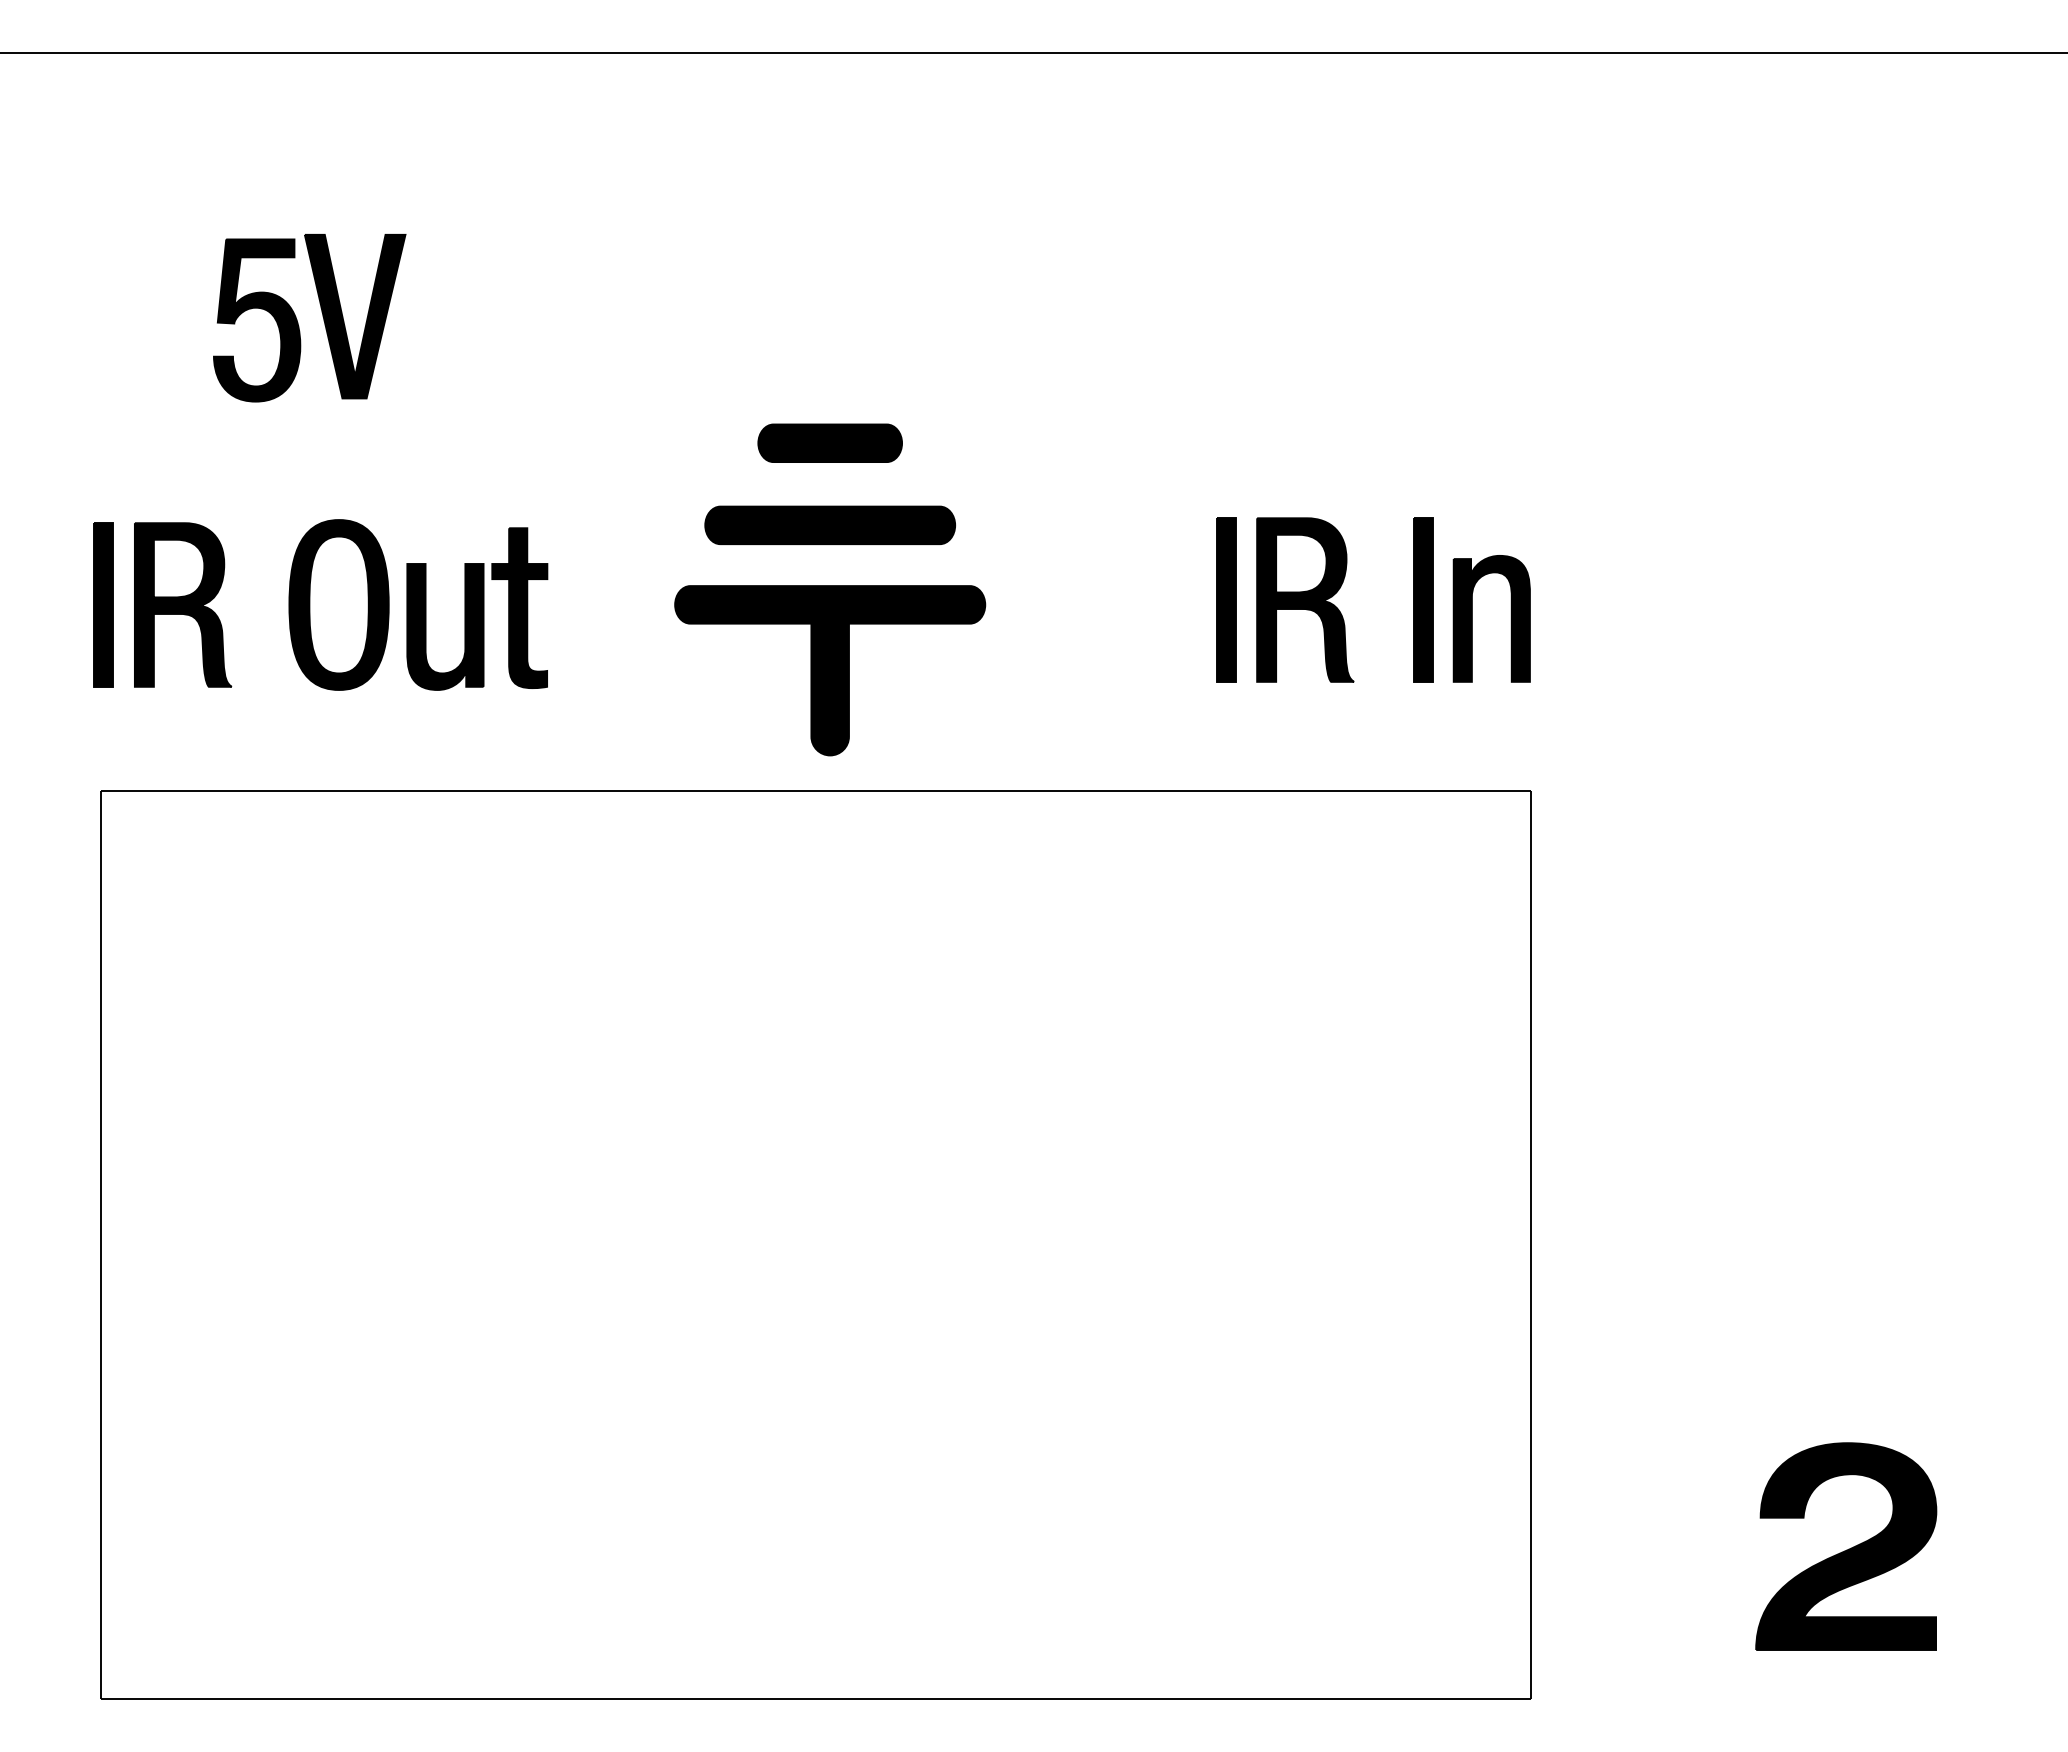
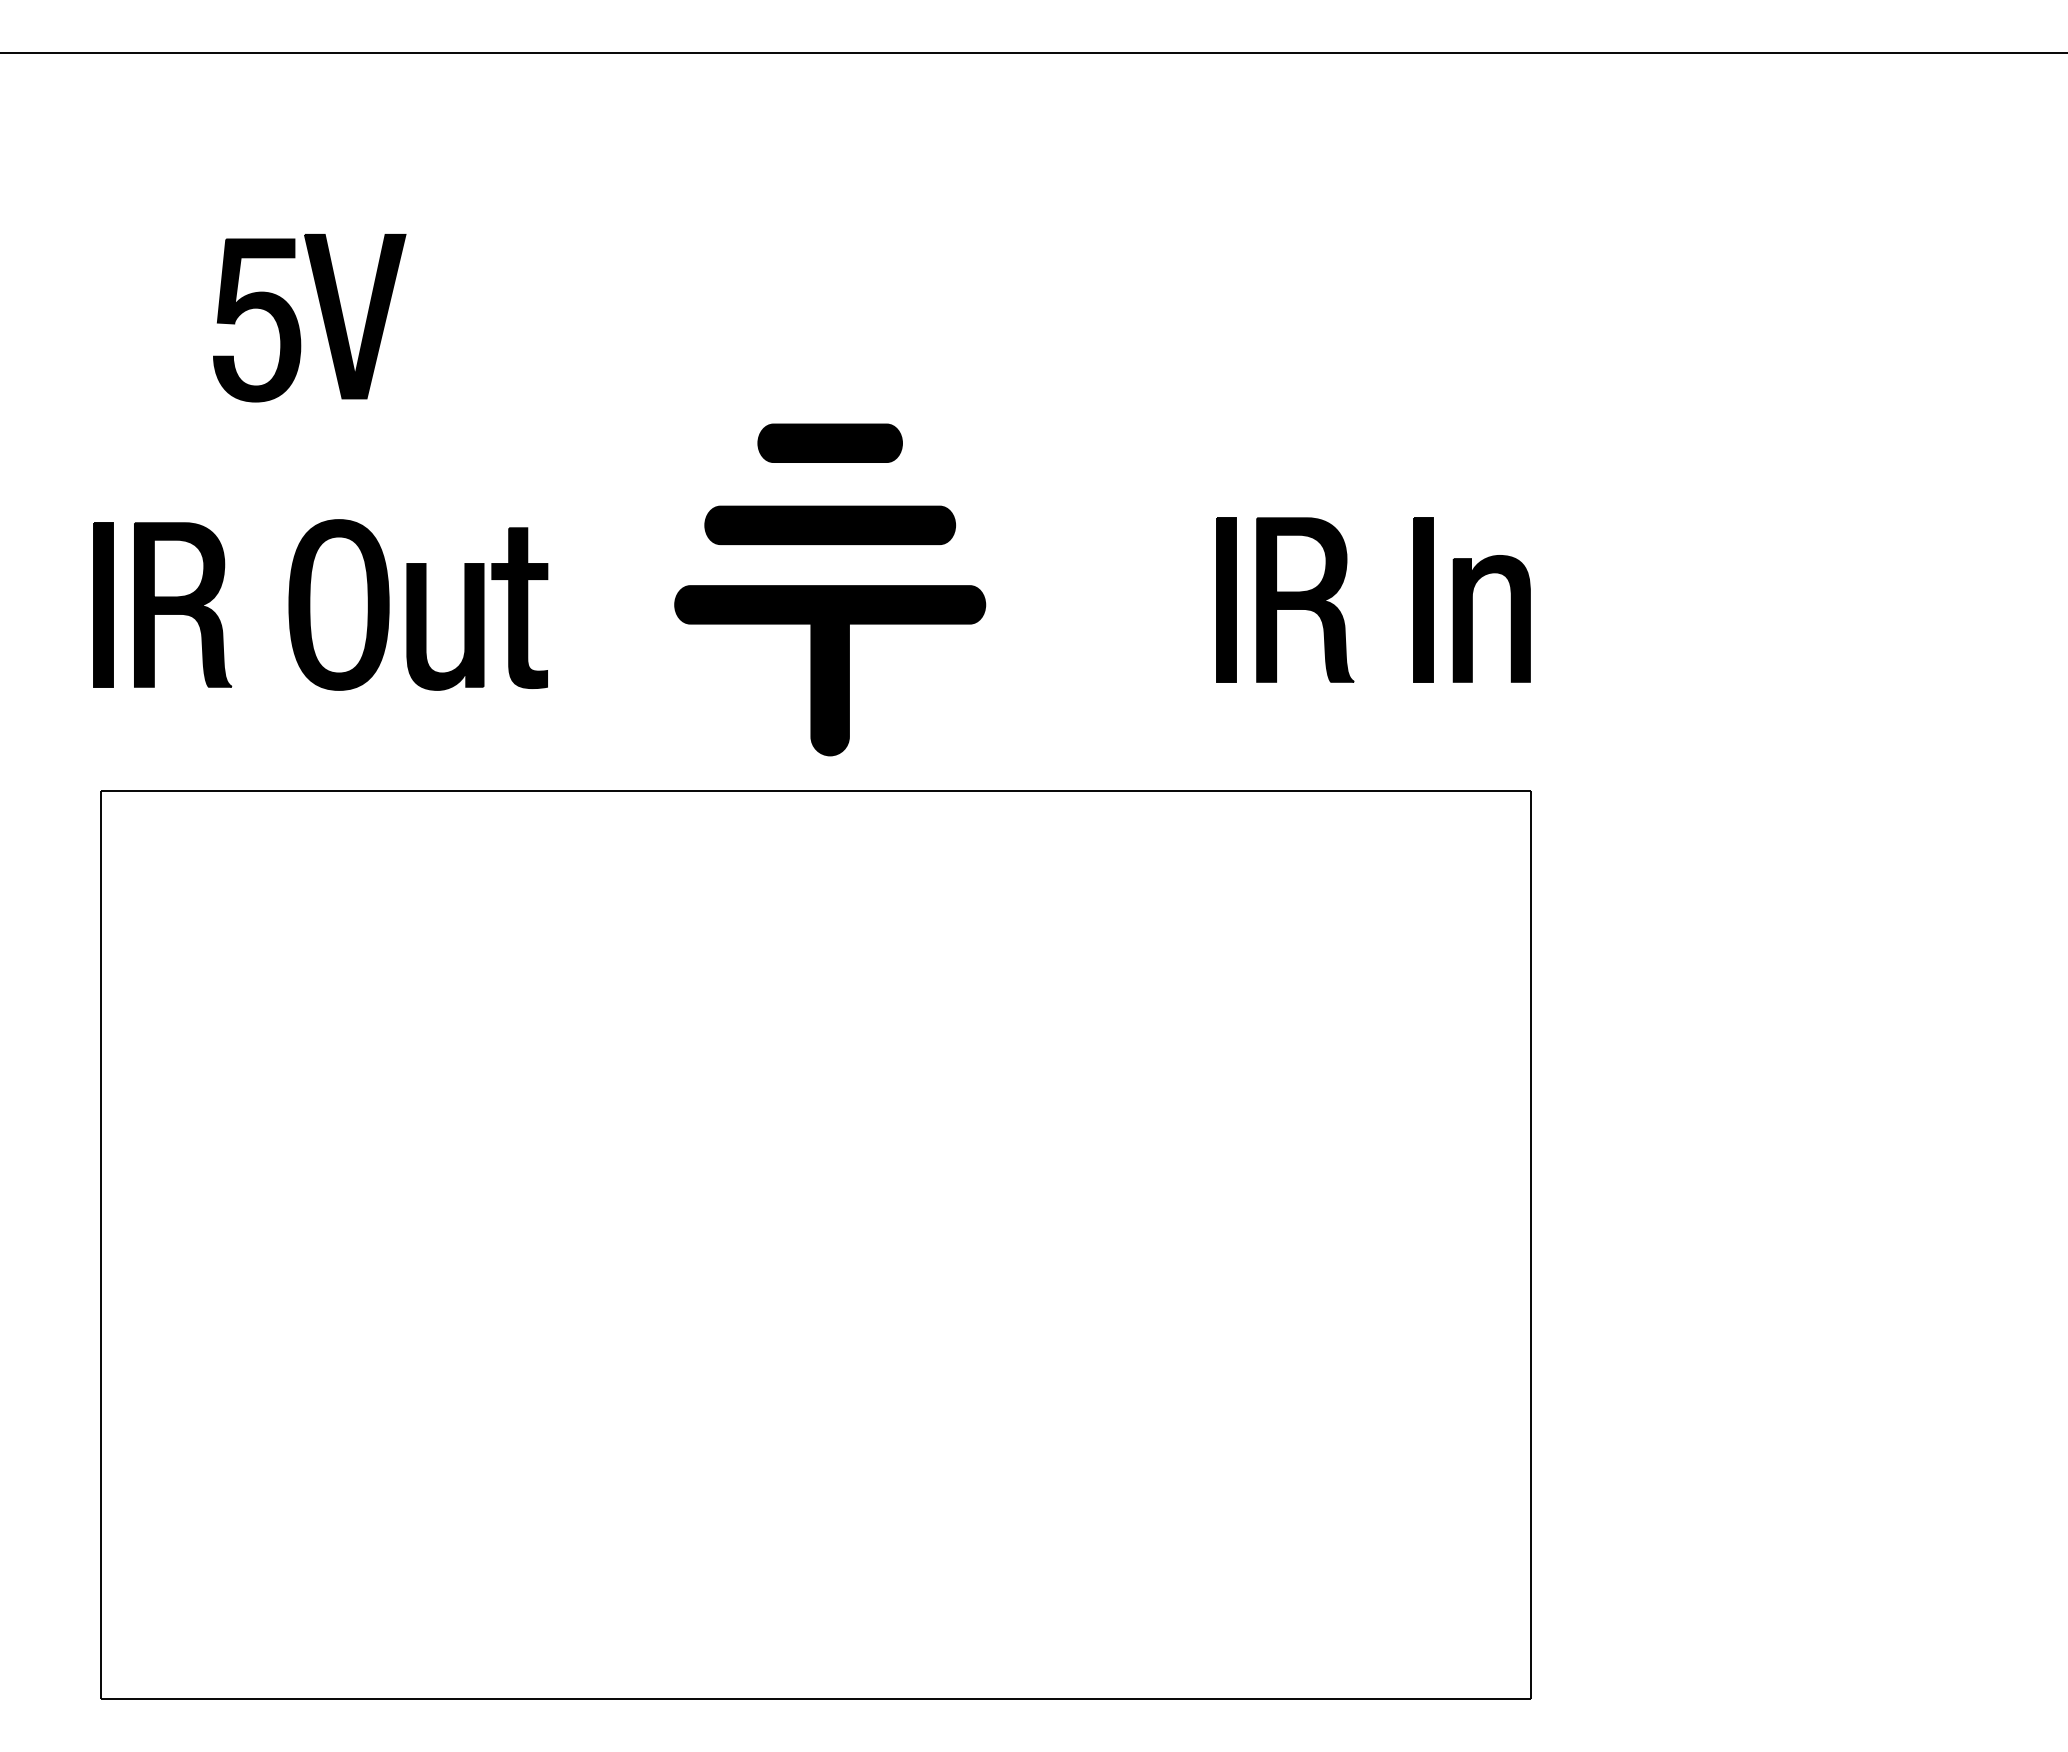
part at (1846, 1546): present -> none
